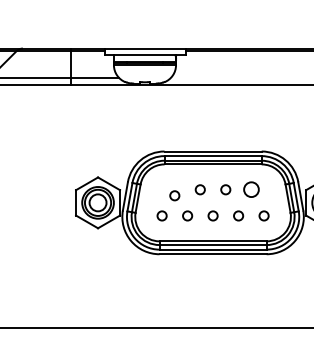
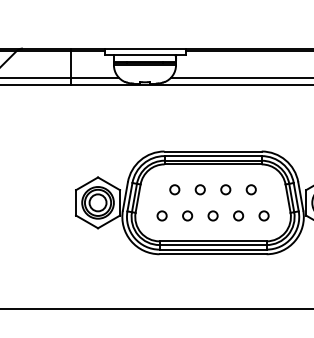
line at (240, 77): none -> present
circle at (251, 189) size: 17x17 px -> 12x12 px
circle at (174, 195) position: (174, 195) -> (174, 189)
line at (156, 328) position: (156, 328) -> (156, 309)
